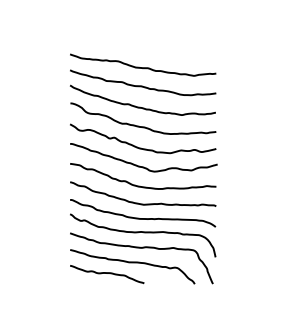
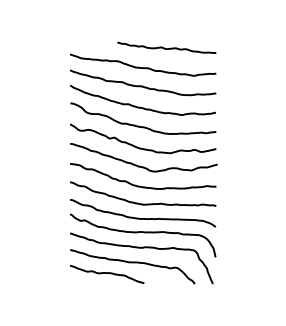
curve at (166, 48): none -> present
